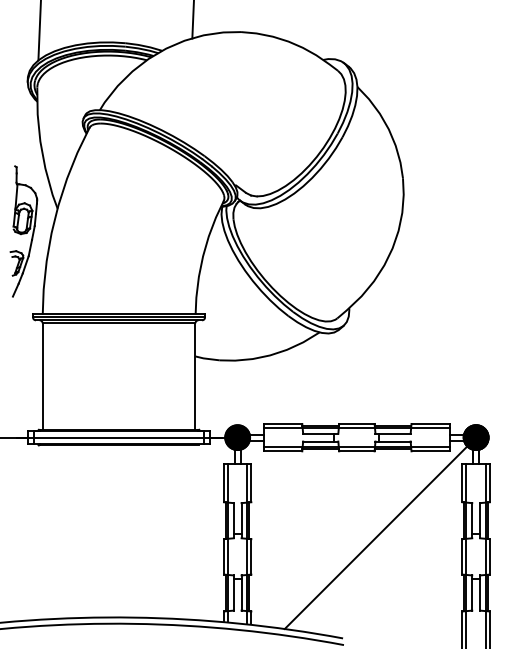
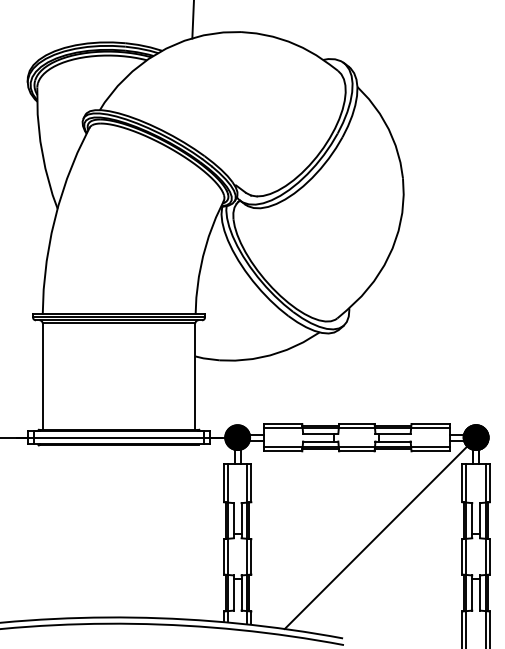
line at (39, 31): present -> none
part at (23, 231): present -> none
